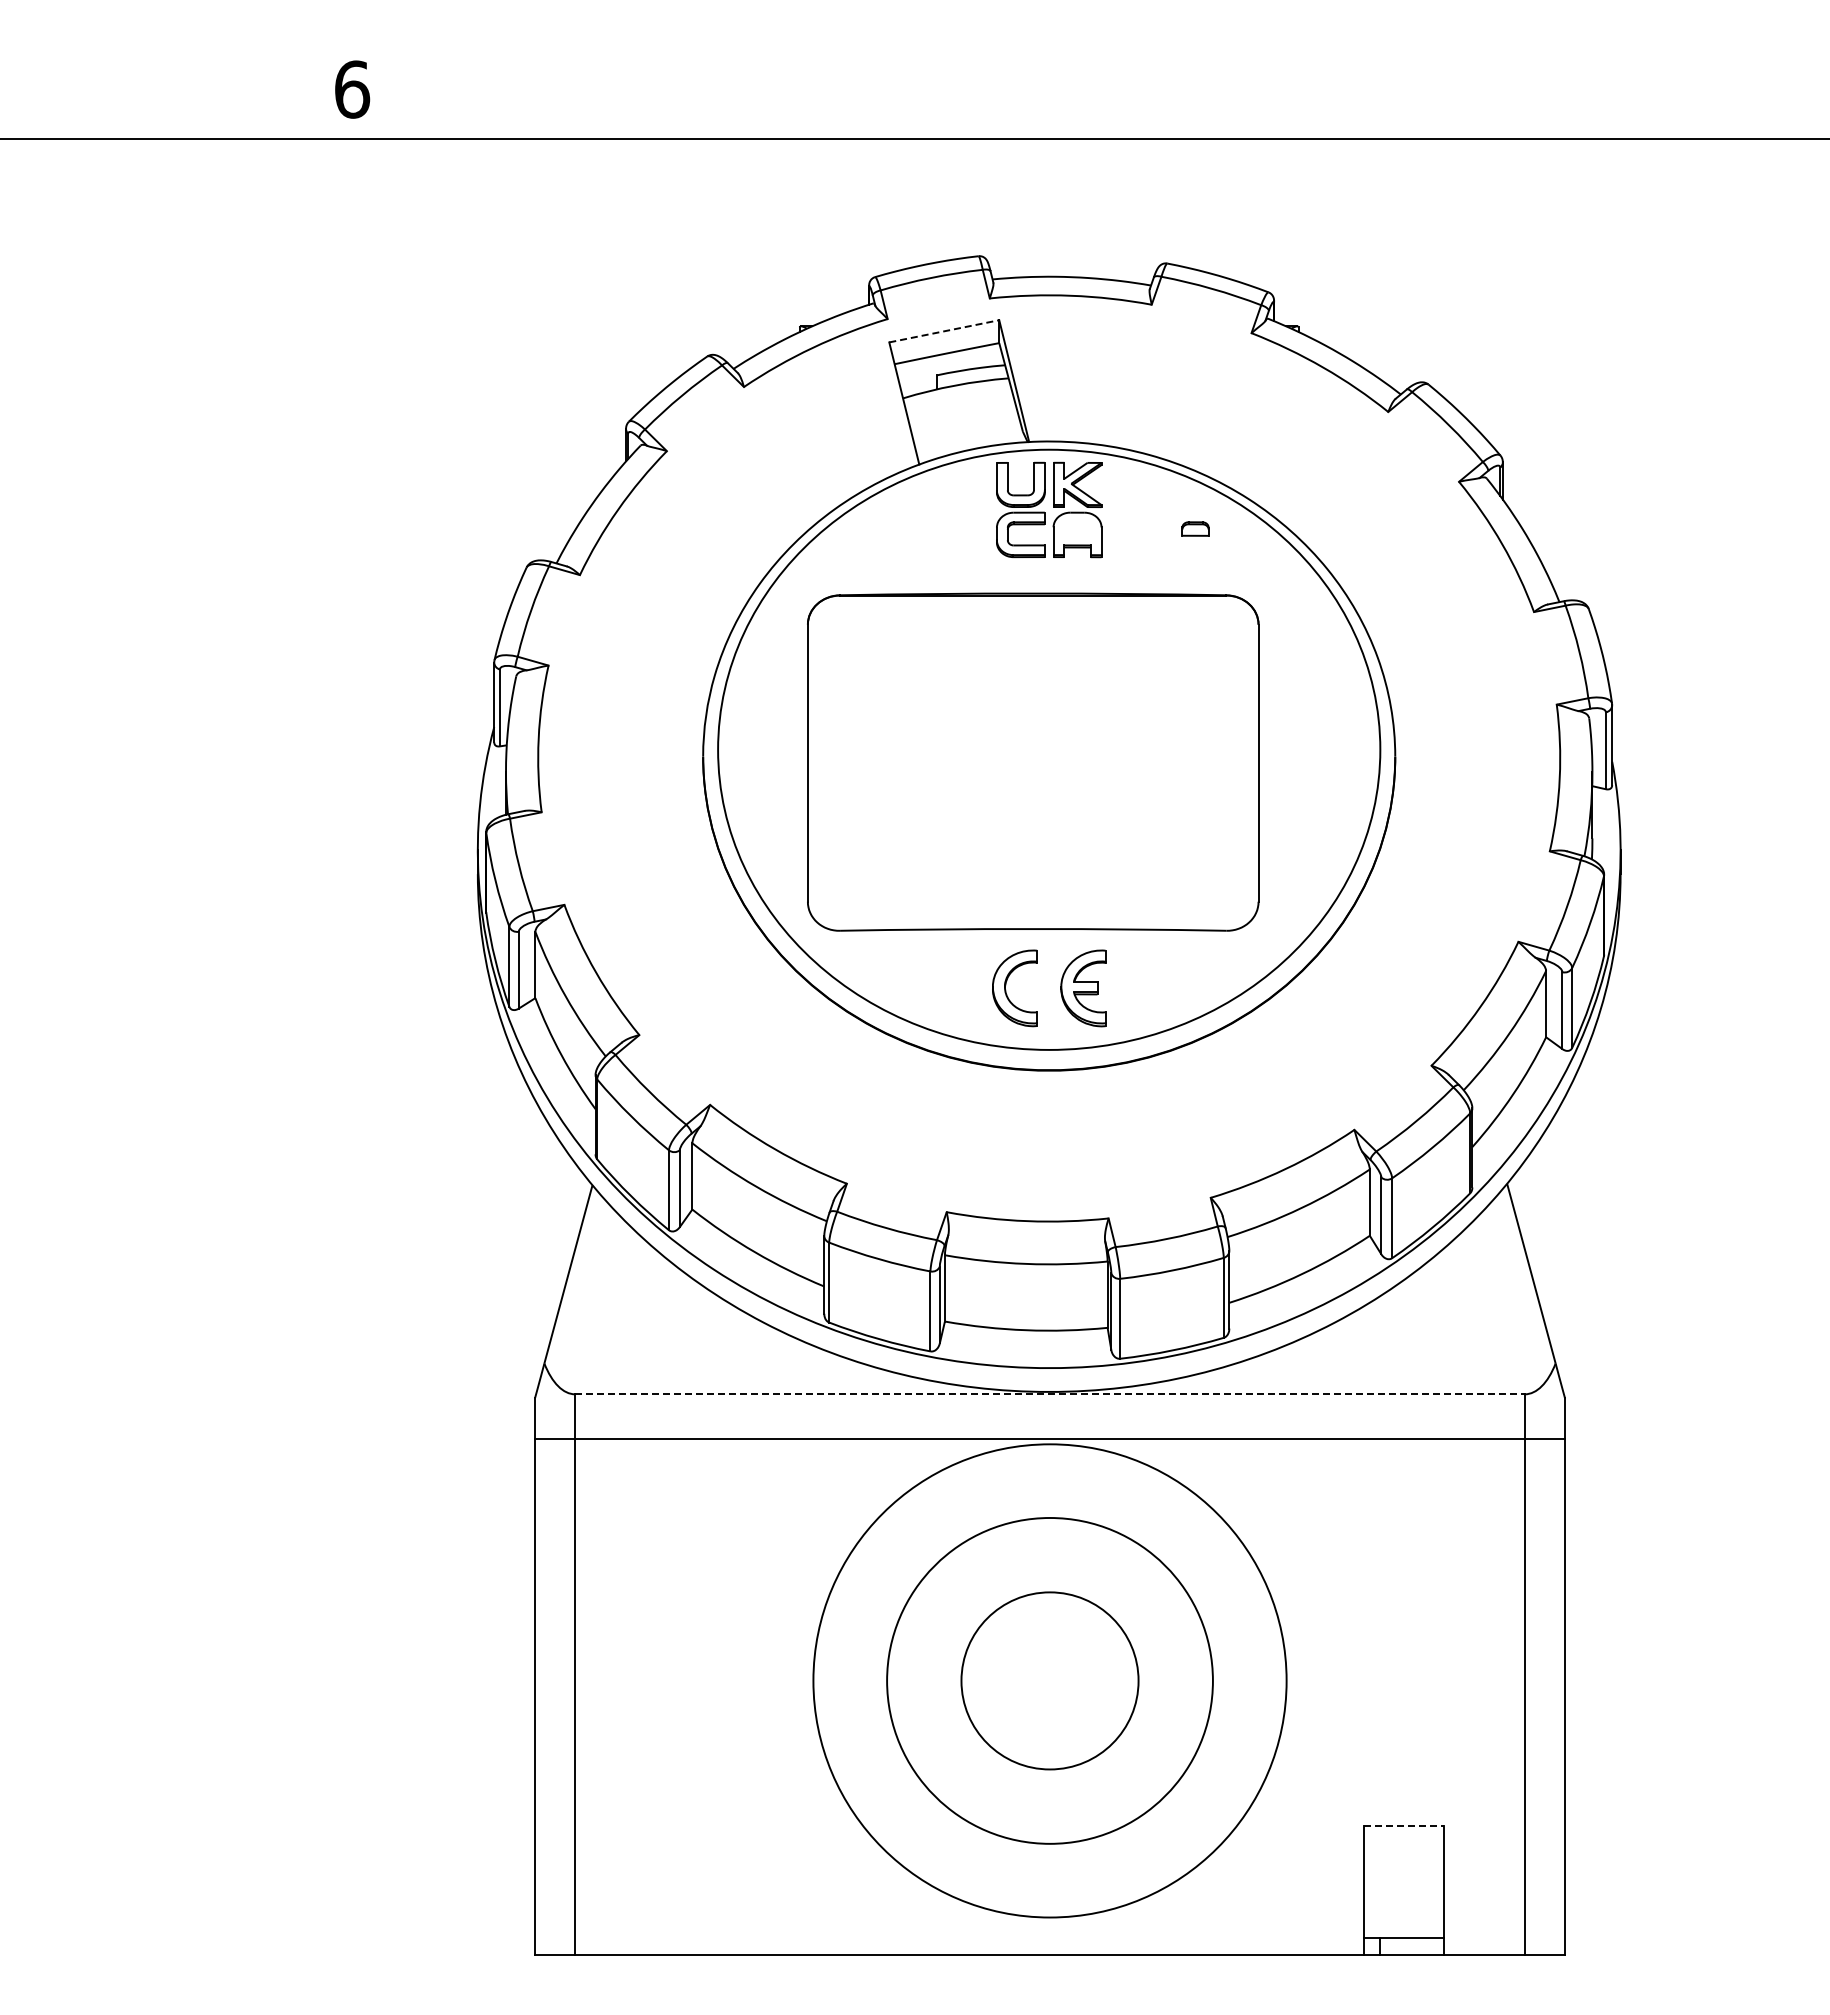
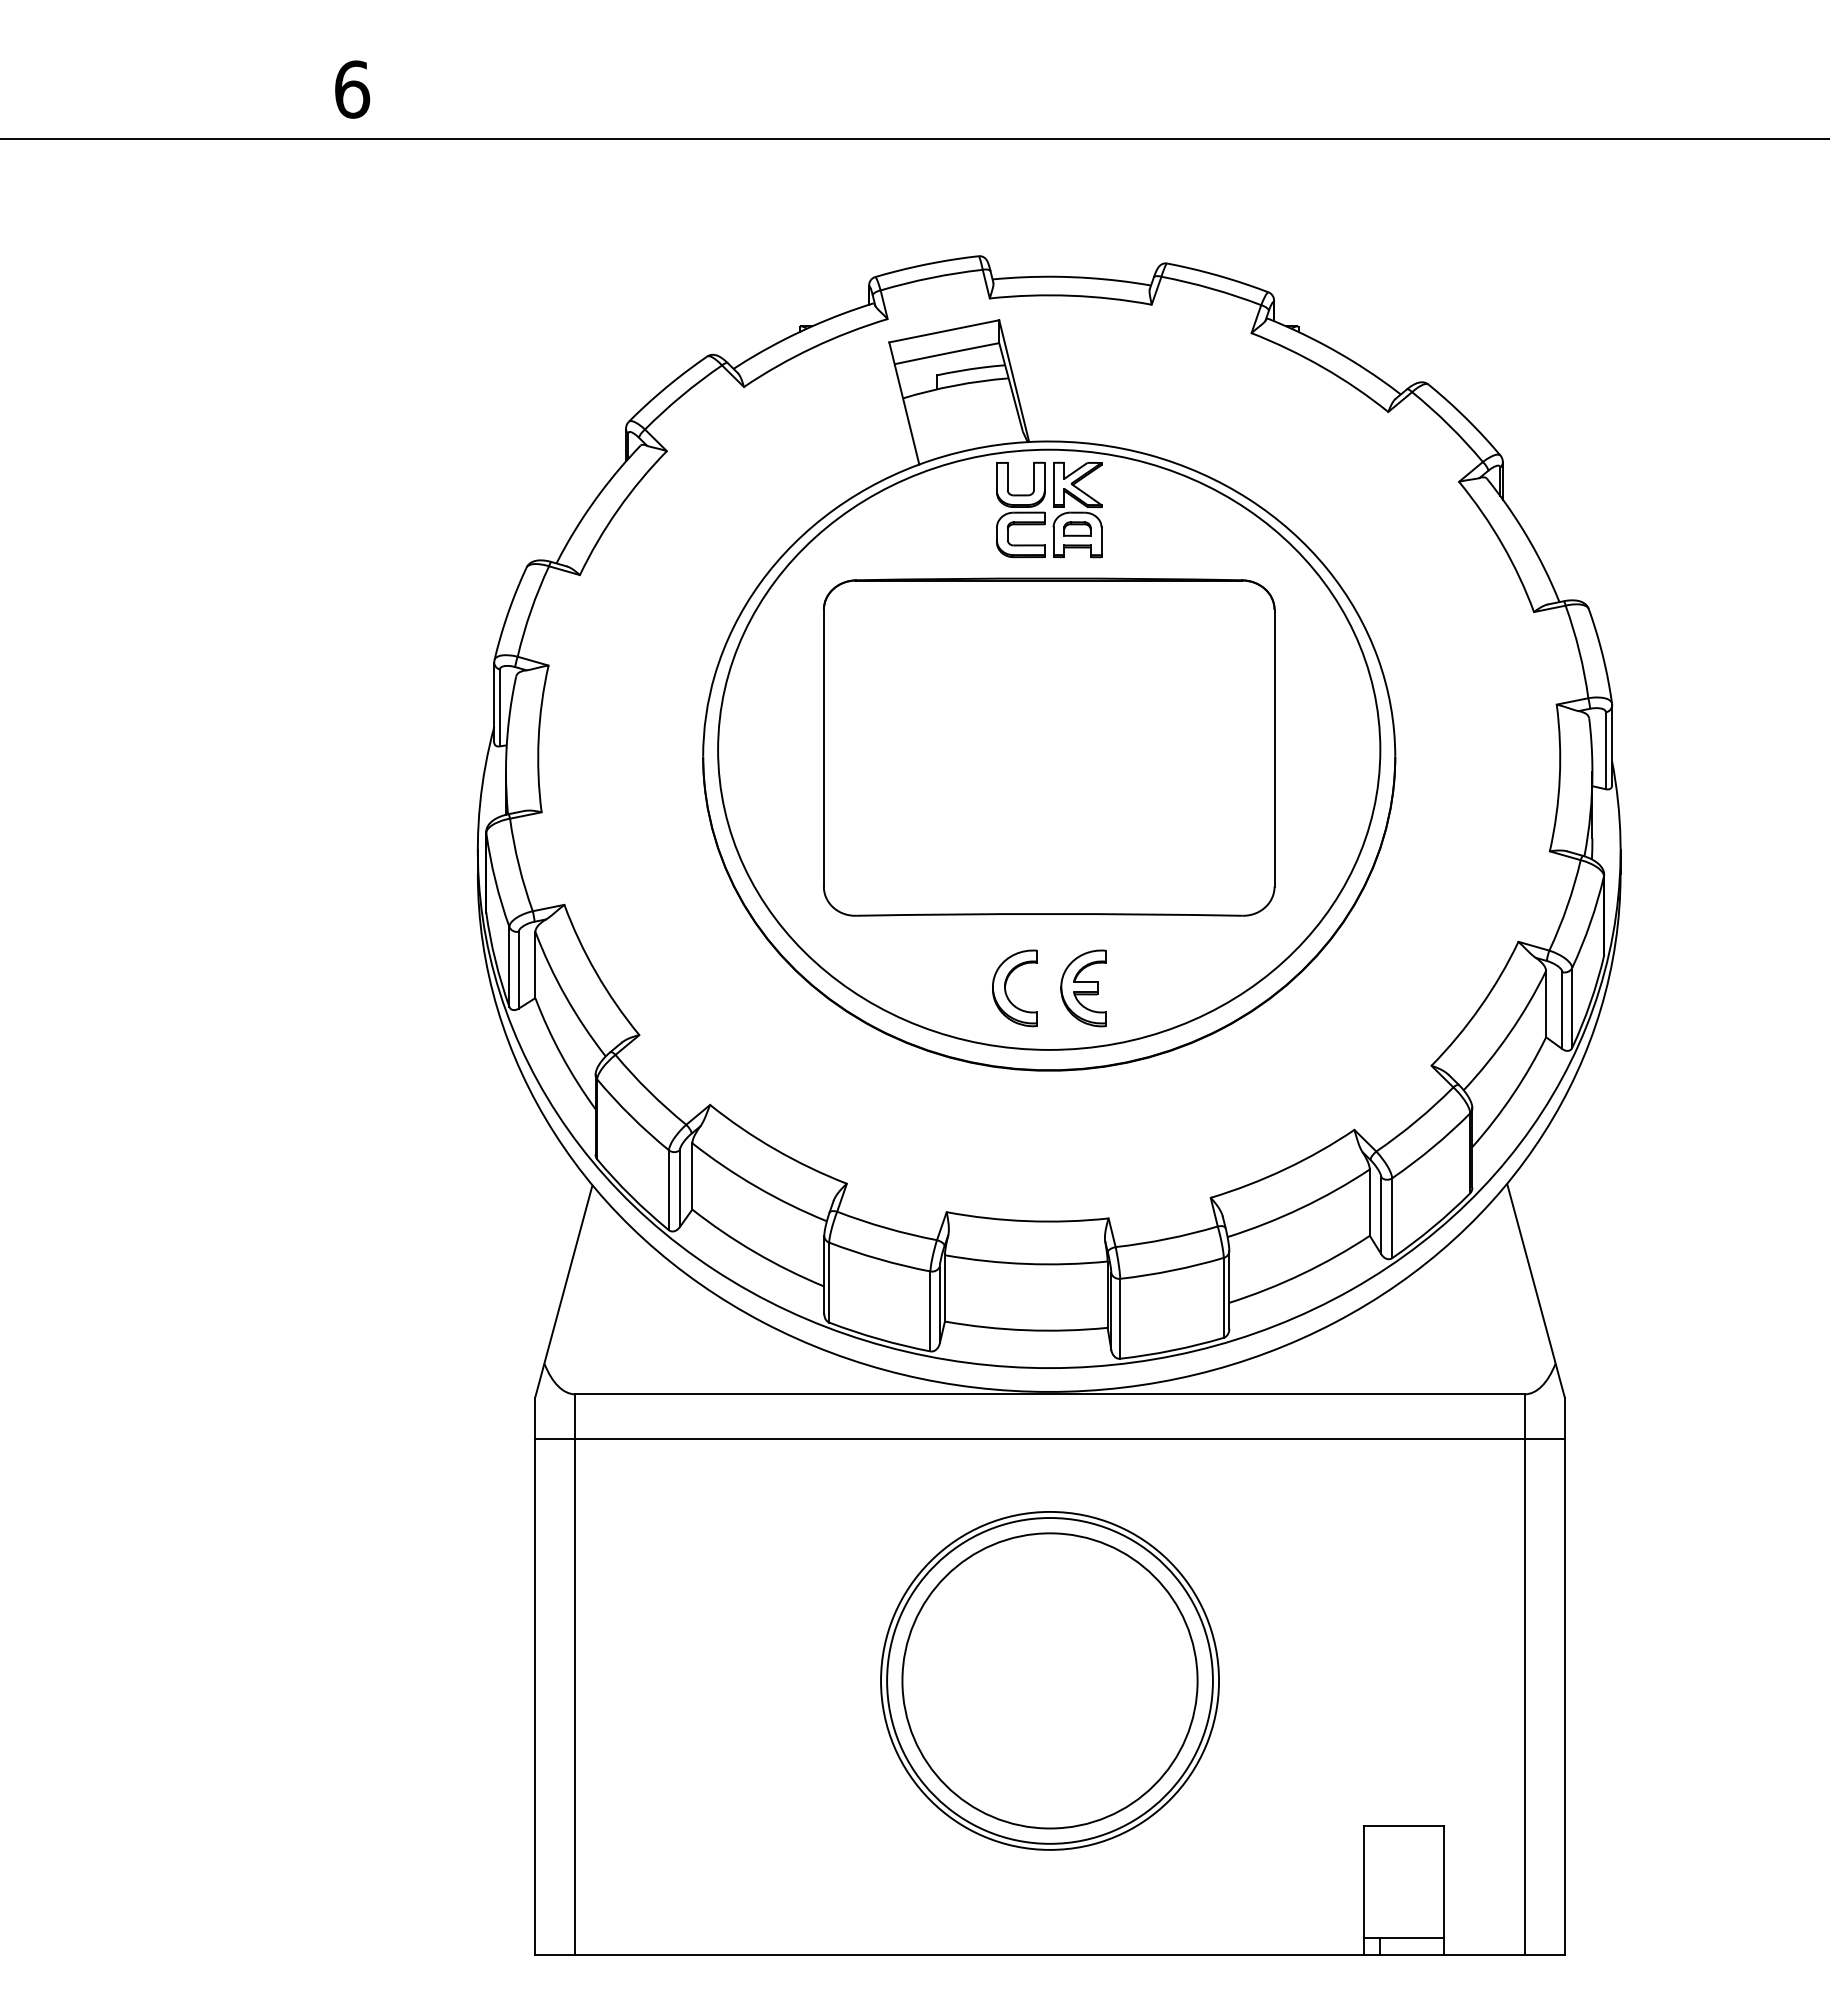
line at (944, 331): dashed -> solid
part at (1195, 528) position: (1195, 528) -> (1077, 528)
part at (1033, 761) position: (1033, 761) -> (1049, 746)
line at (1050, 1394): dashed -> solid
circle at (1049, 1680) diameter: 177 px -> 295 px
circle at (1049, 1680) diameter: 473 px -> 338 px
line at (1404, 1825): dashed -> solid
